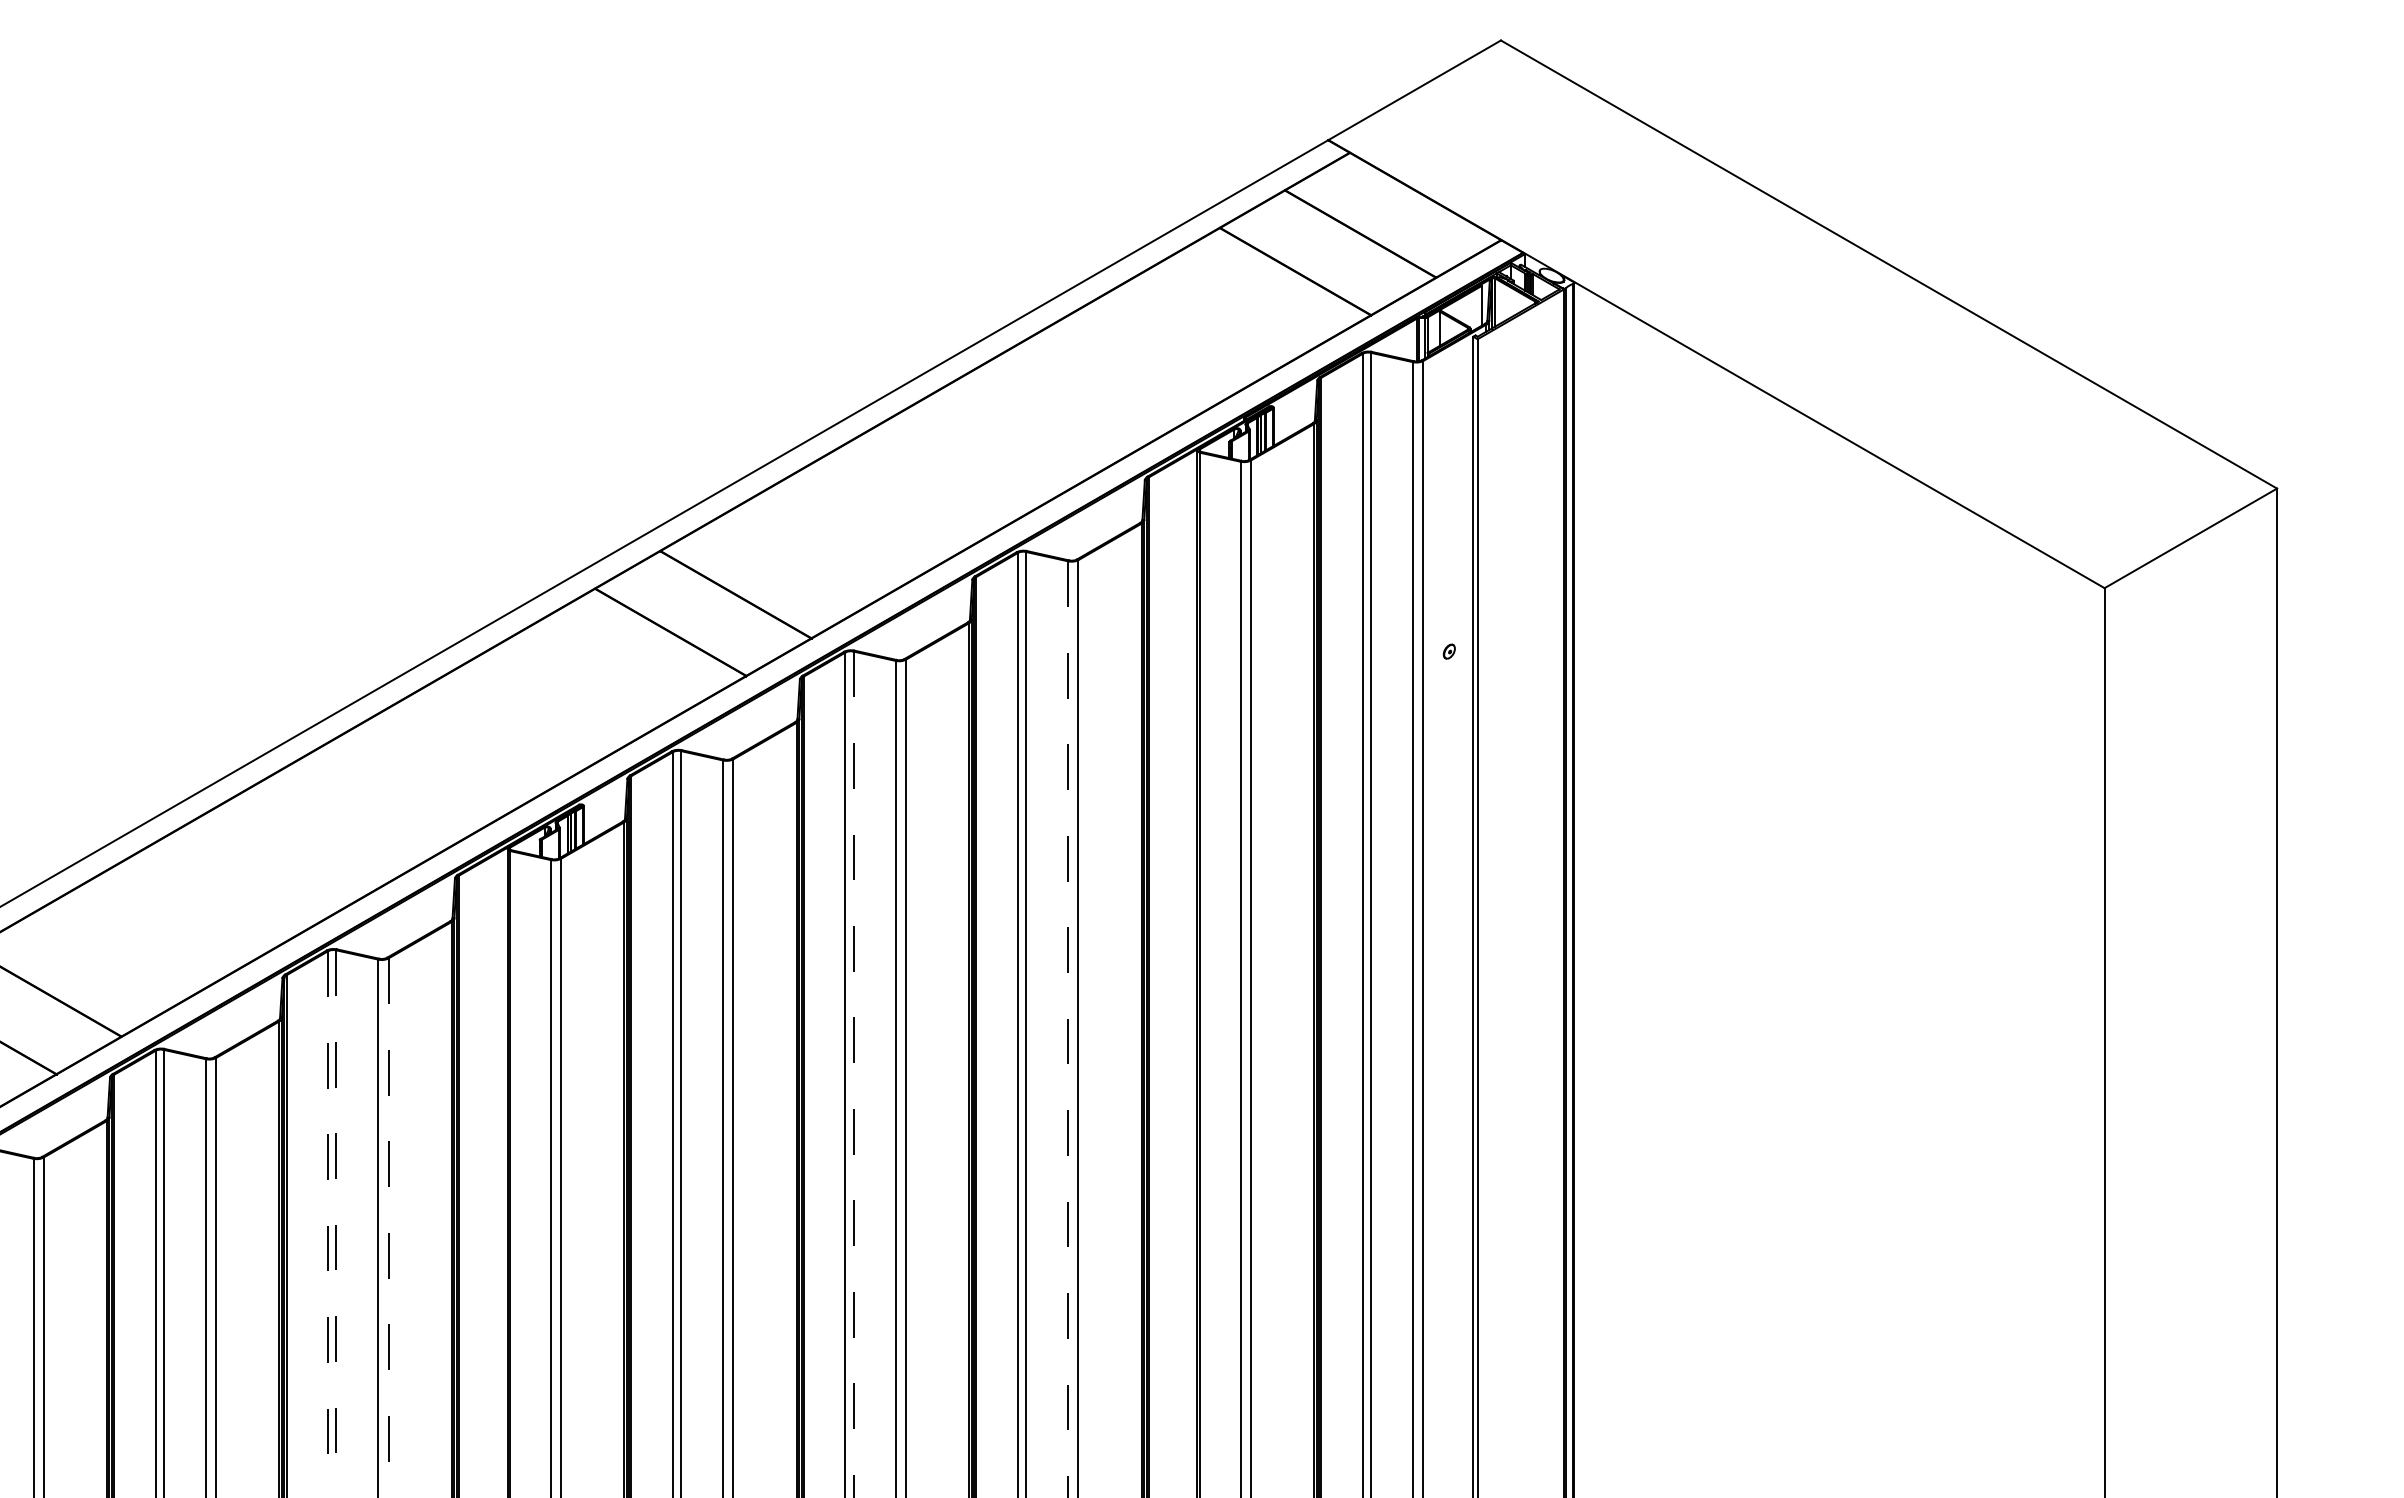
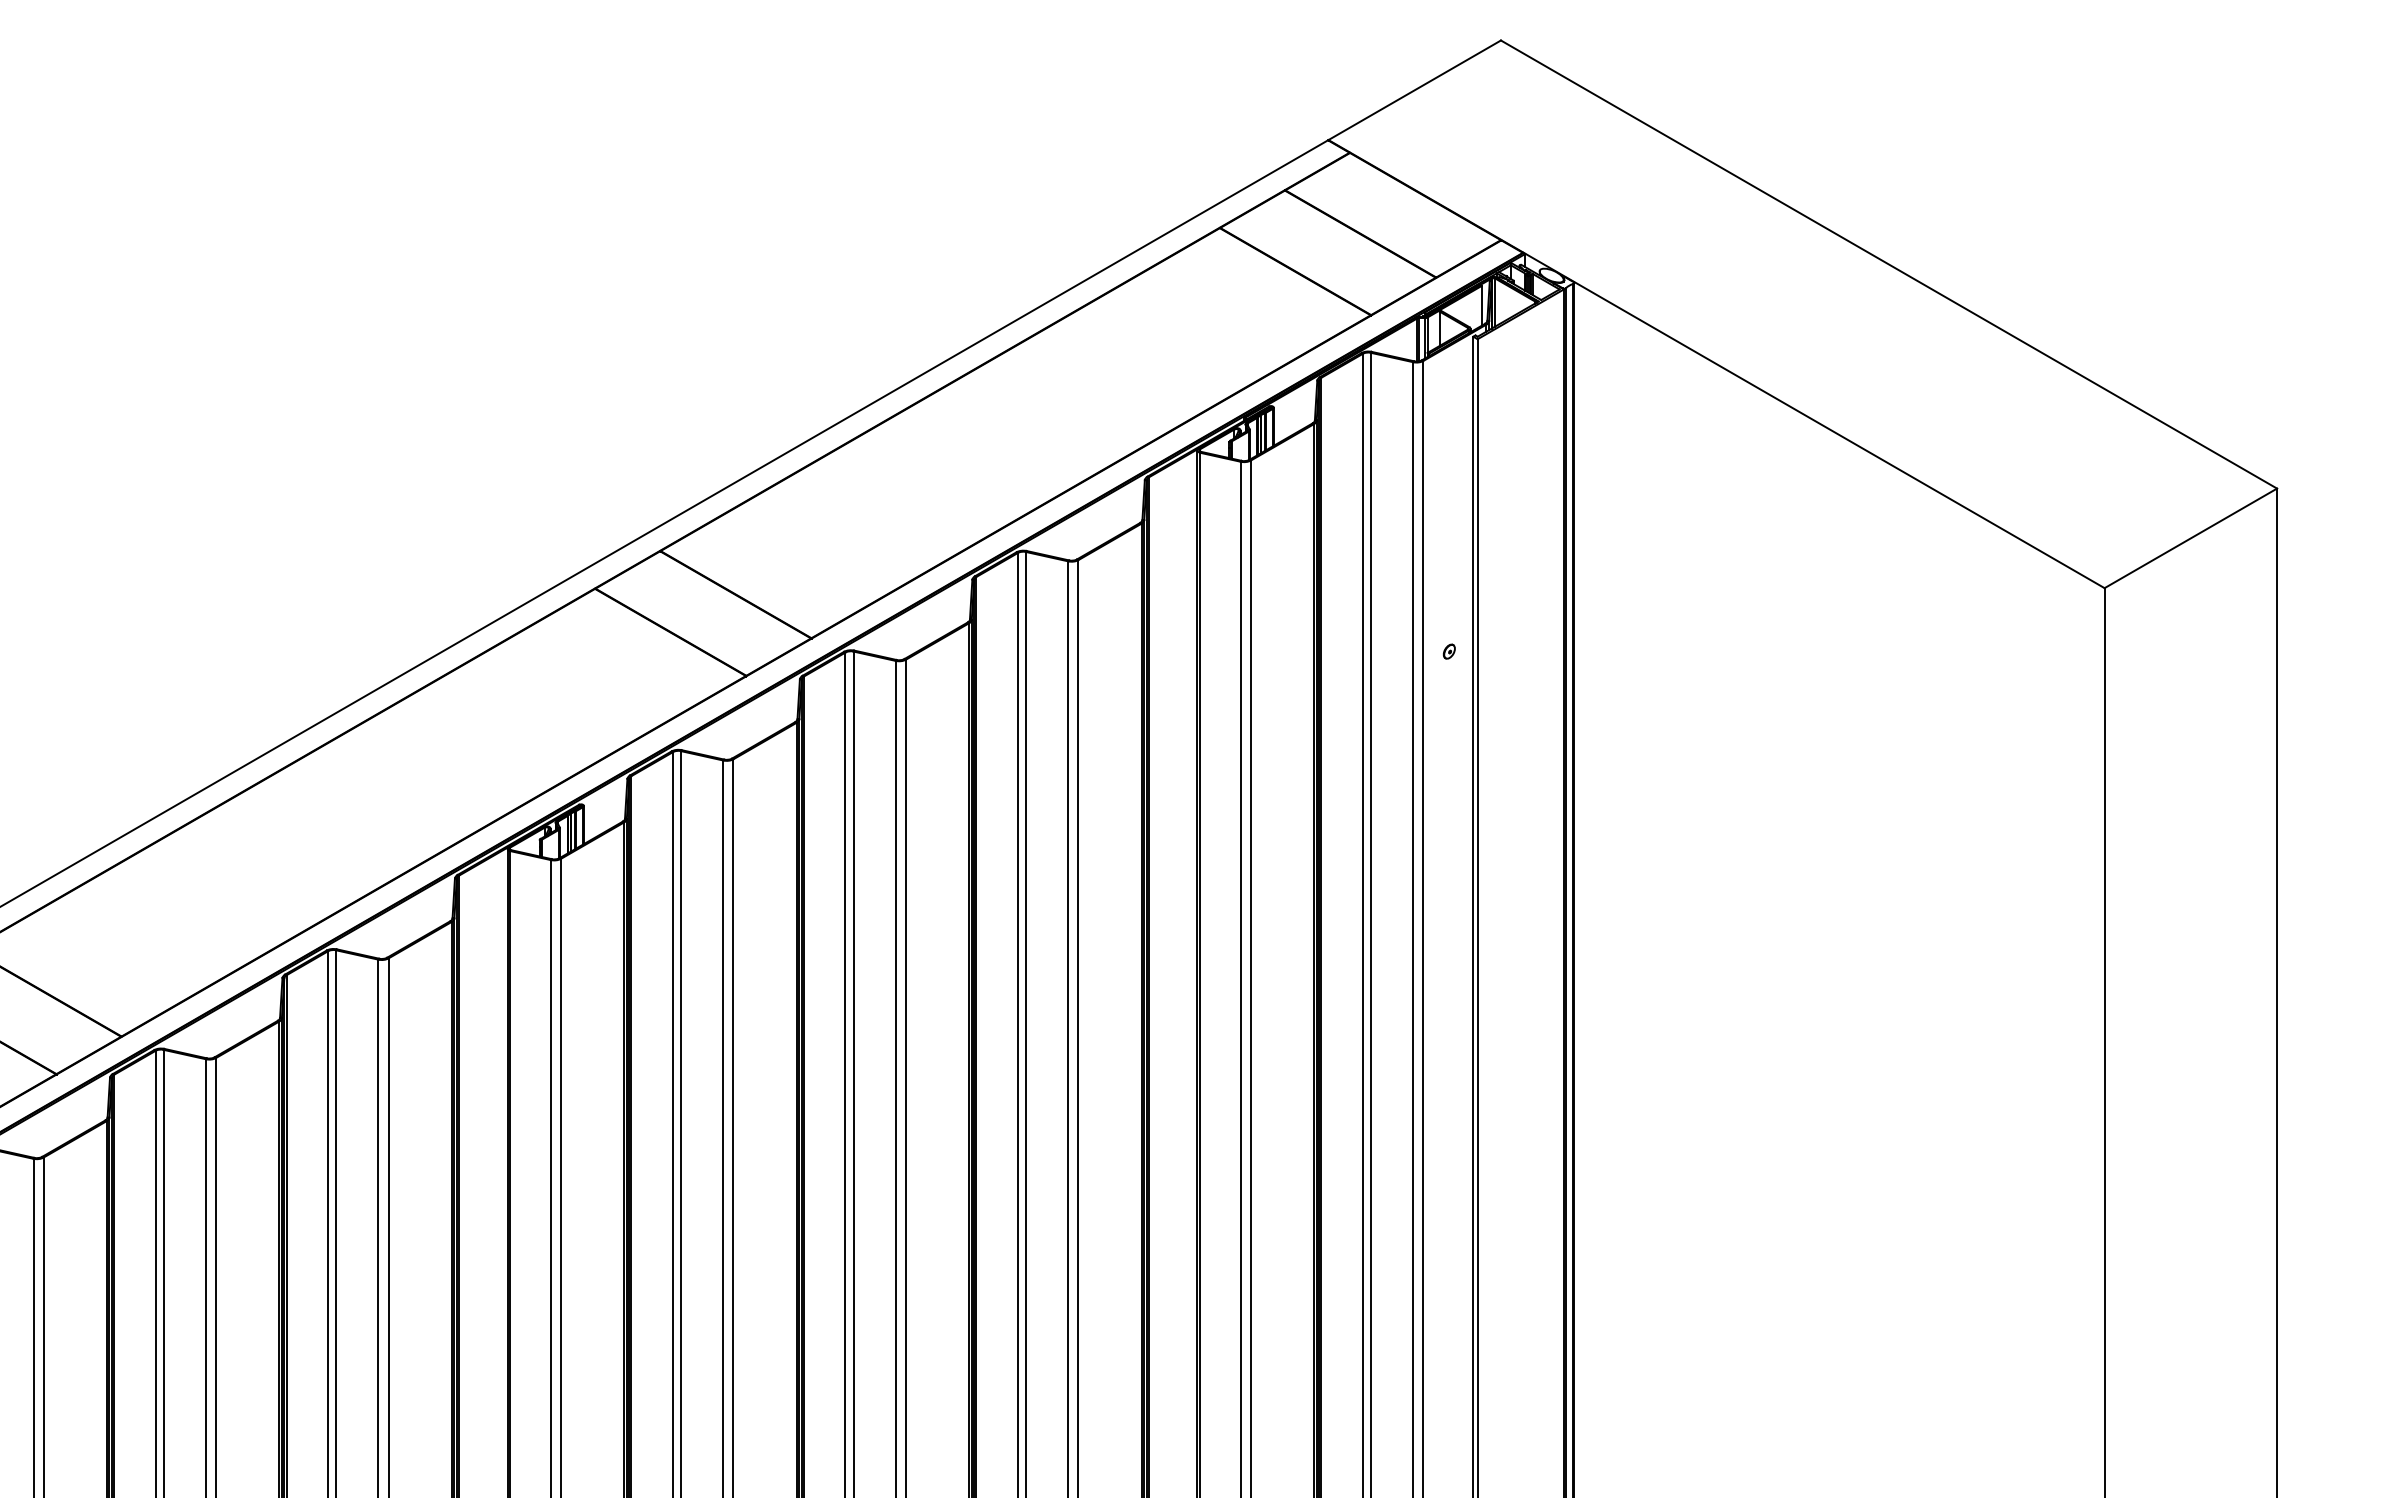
line at (1068, 1029): dashed -> solid
line at (853, 1074): dashed -> solid
line at (328, 1224): dashed -> solid
line at (336, 1224): dashed -> solid
line at (388, 1228): dashed -> solid
